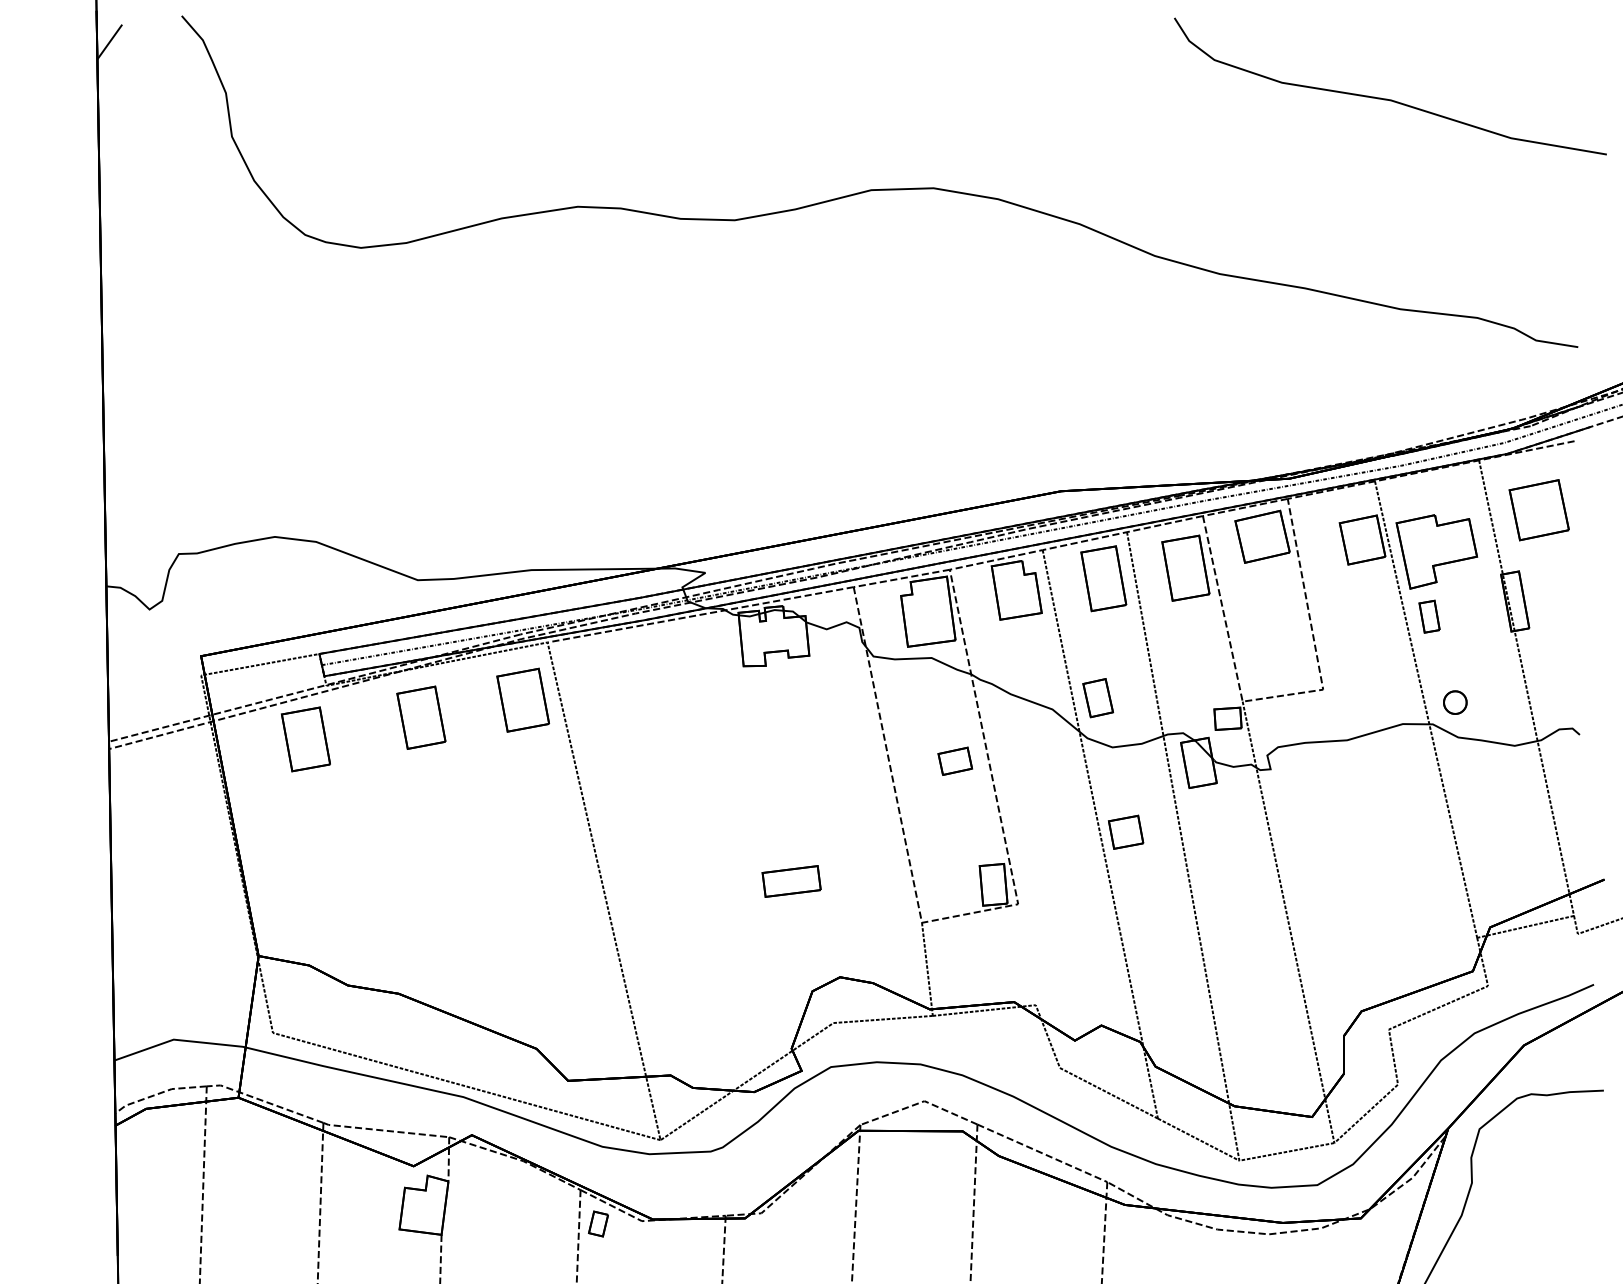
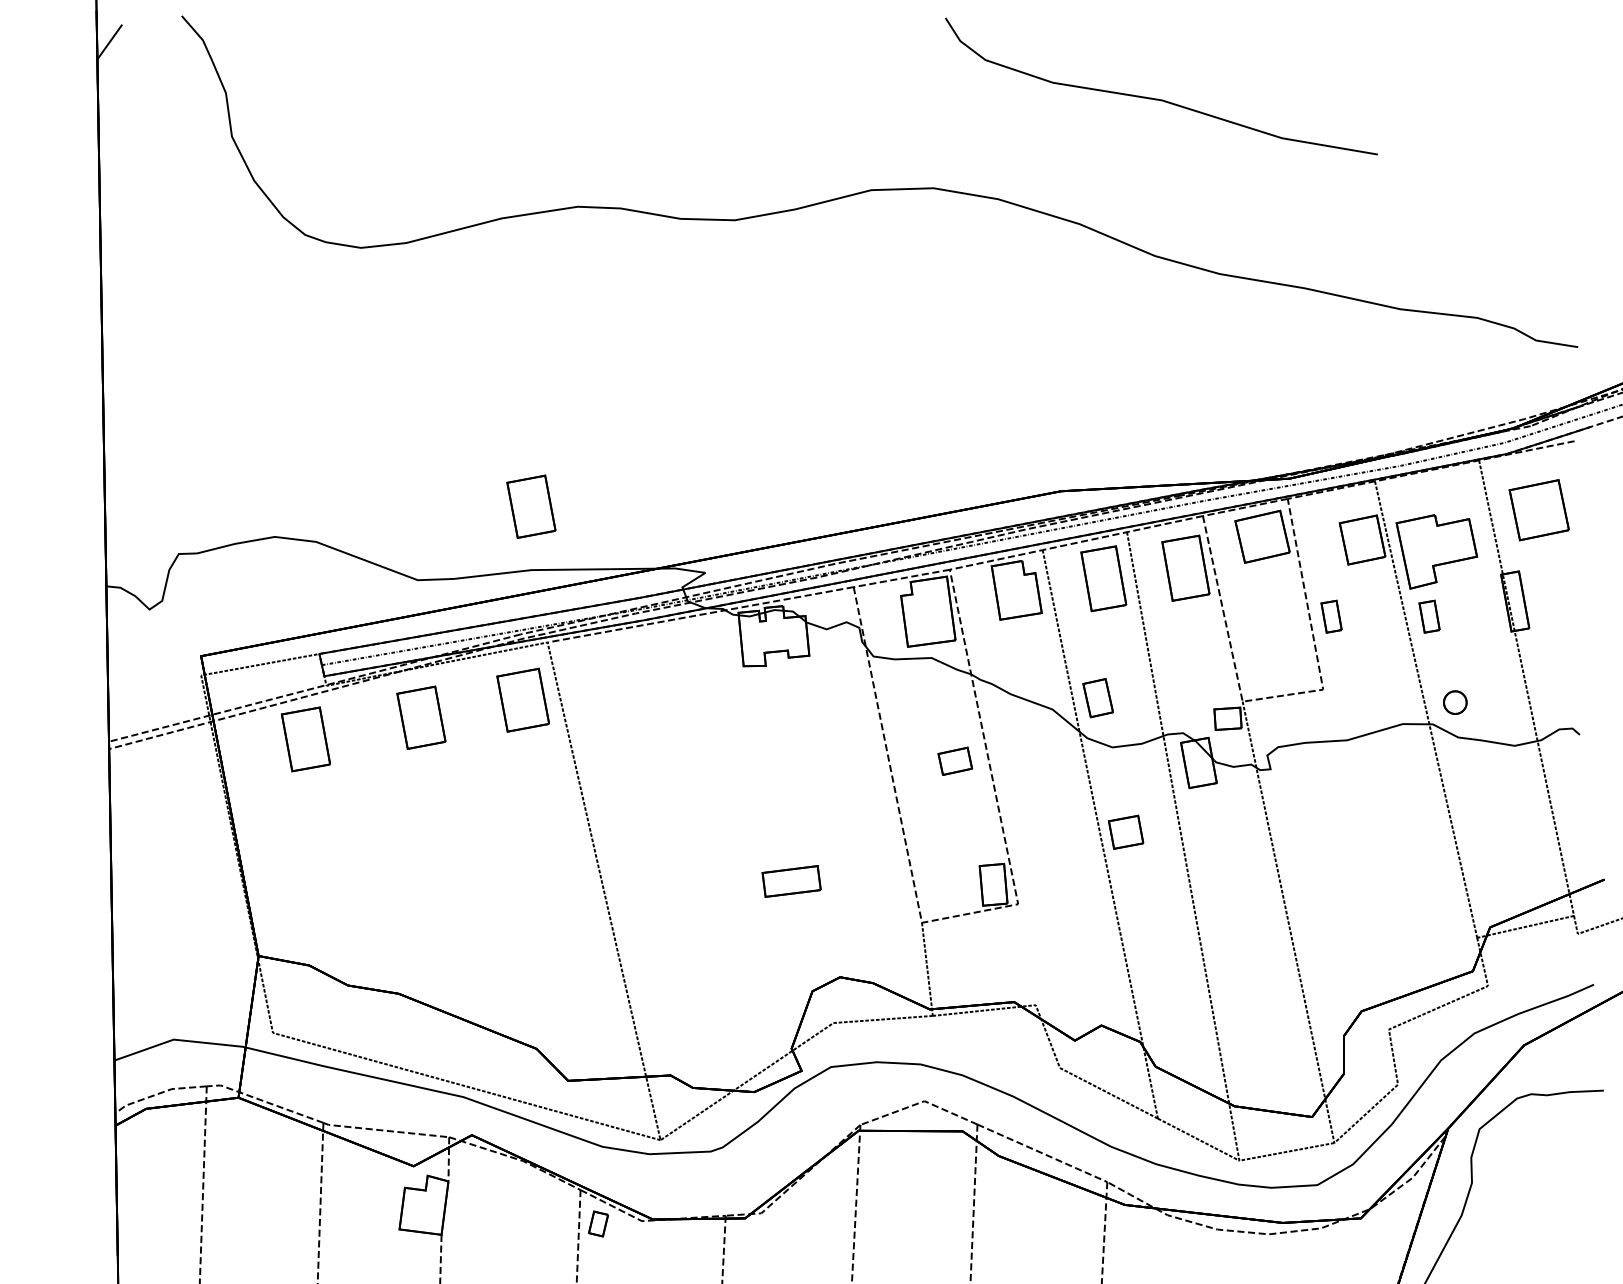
curve at (1387, 98) position: (1387, 98) -> (1158, 98)
part at (531, 506): none -> present
part at (1331, 616): none -> present
